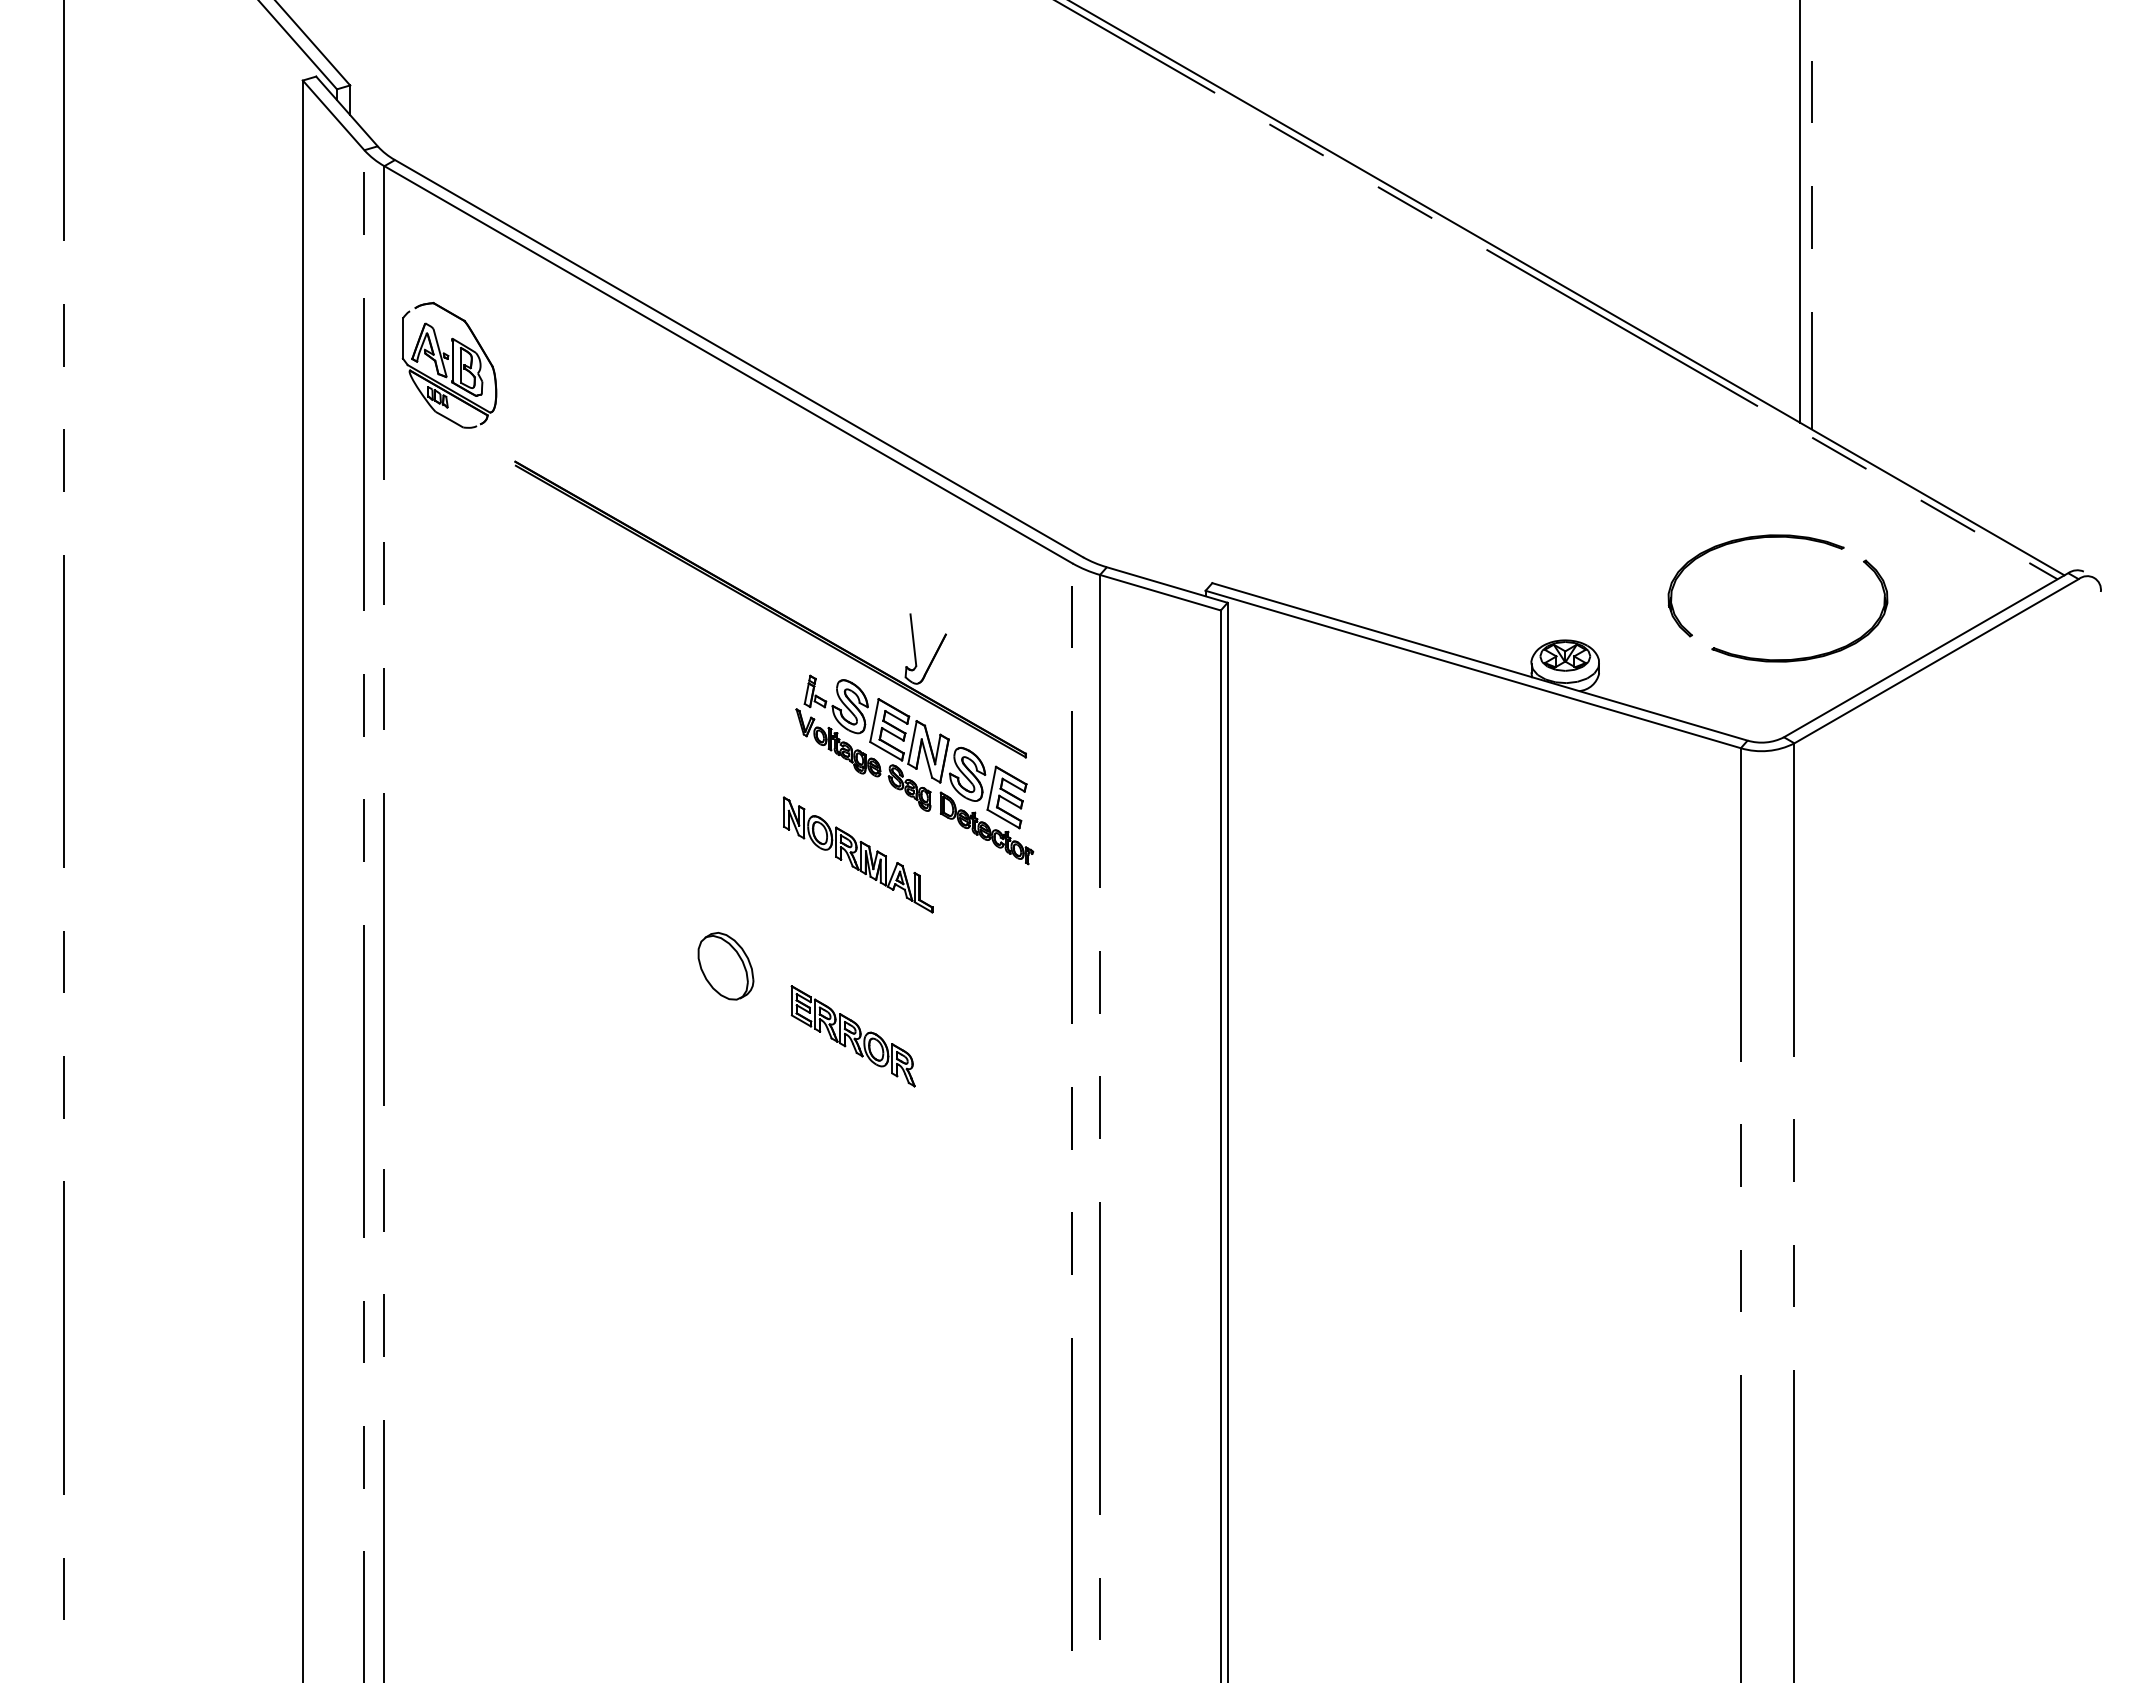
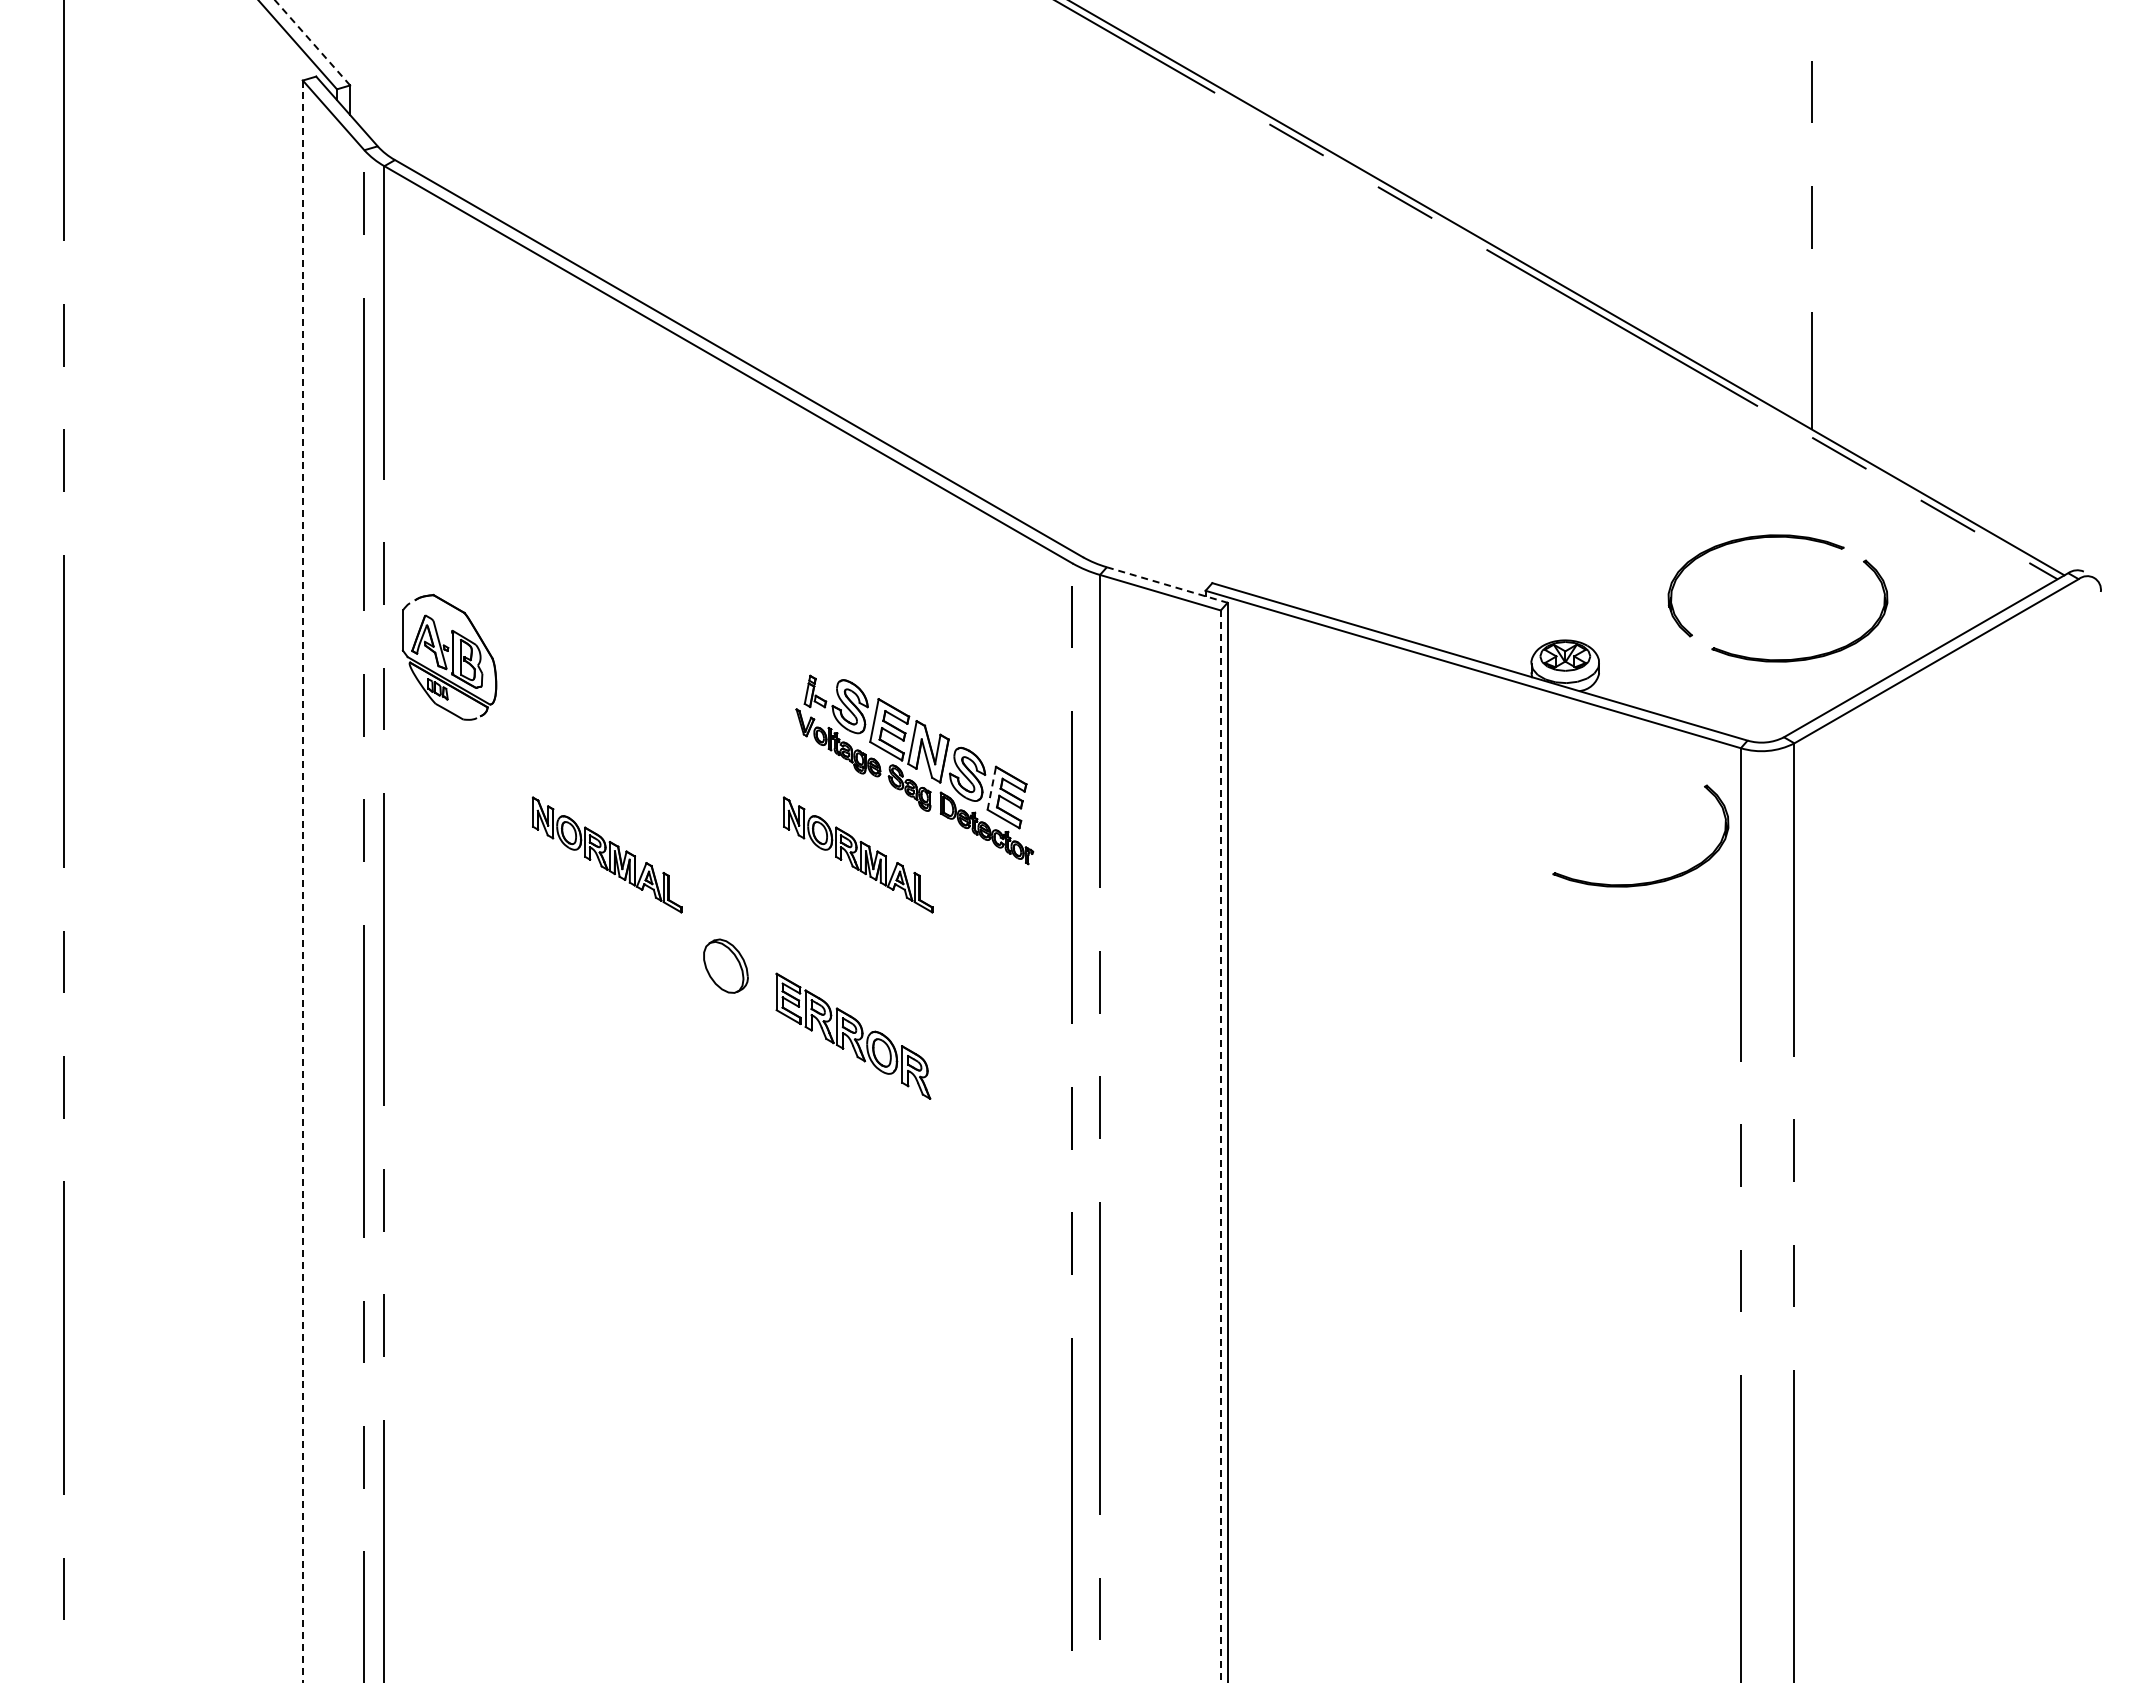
line at (312, 42): solid -> dashed
line at (1800, 212): present -> none
part at (449, 364) position: (449, 364) -> (449, 656)
line at (1167, 585): solid -> dashed
part at (770, 609): present -> none
line at (991, 788): solid -> dashed
part at (607, 854): none -> present
line at (302, 881): solid -> dashed
part at (1648, 881): none -> present
part at (725, 965) size: 58x70 px -> 46x56 px
part at (852, 1036) size: 126x103 px -> 157x128 px
line at (1220, 1146): solid -> dashed
